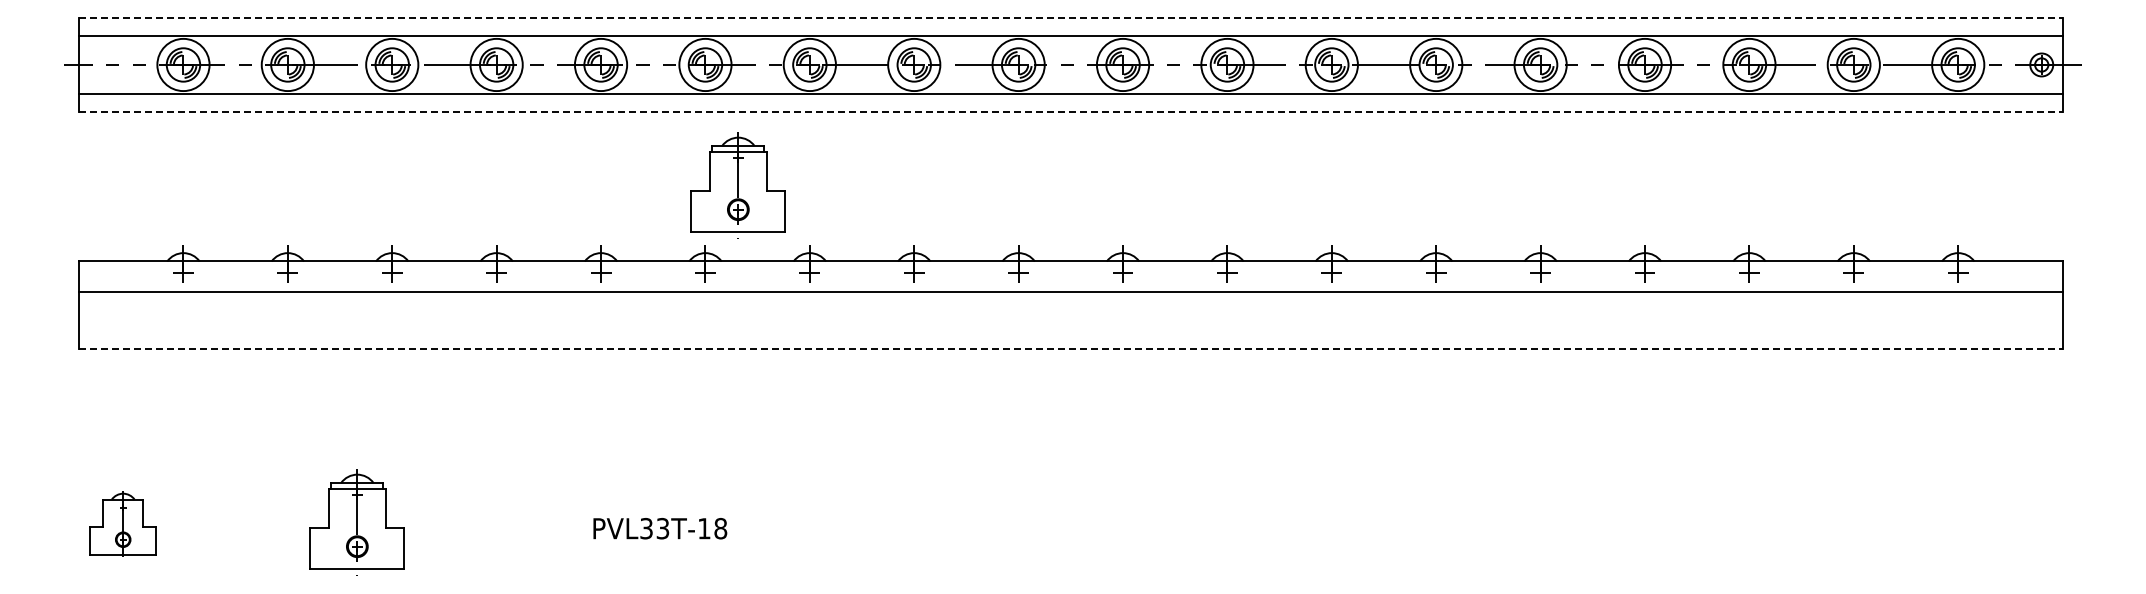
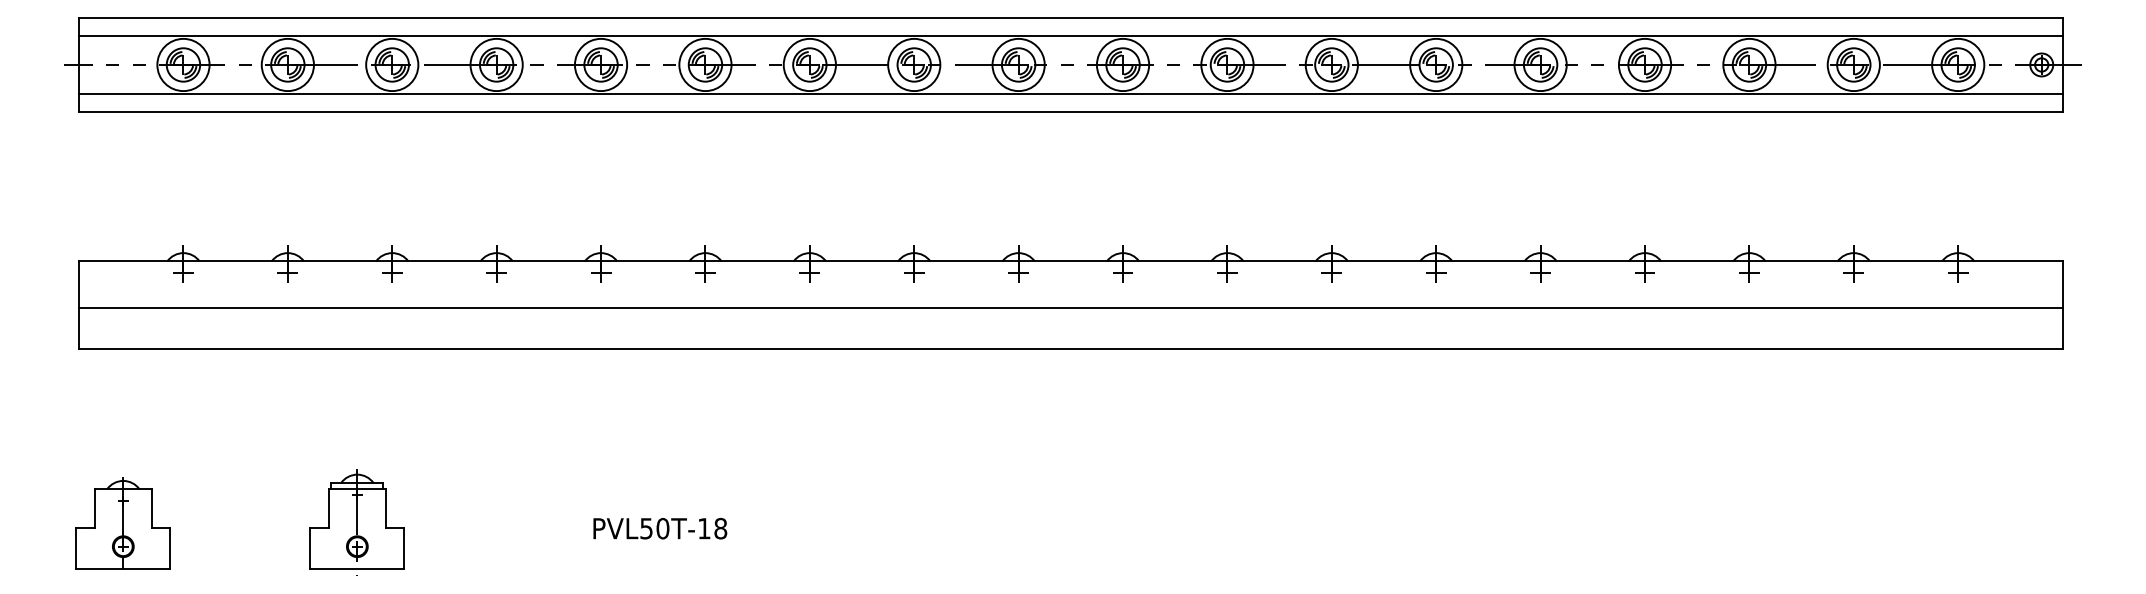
line at (1070, 18): dashed -> solid
line at (1070, 111): dashed -> solid
part at (737, 185): present -> none
line at (1070, 292) position: (1070, 292) -> (1070, 308)
line at (1070, 349): dashed -> solid
part at (122, 523) size: 68x66 px -> 96x93 px
text at (655, 528): PVL33T-18 -> PVL50T-18
